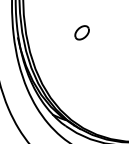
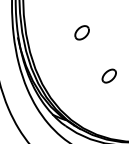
part at (108, 75): none -> present
